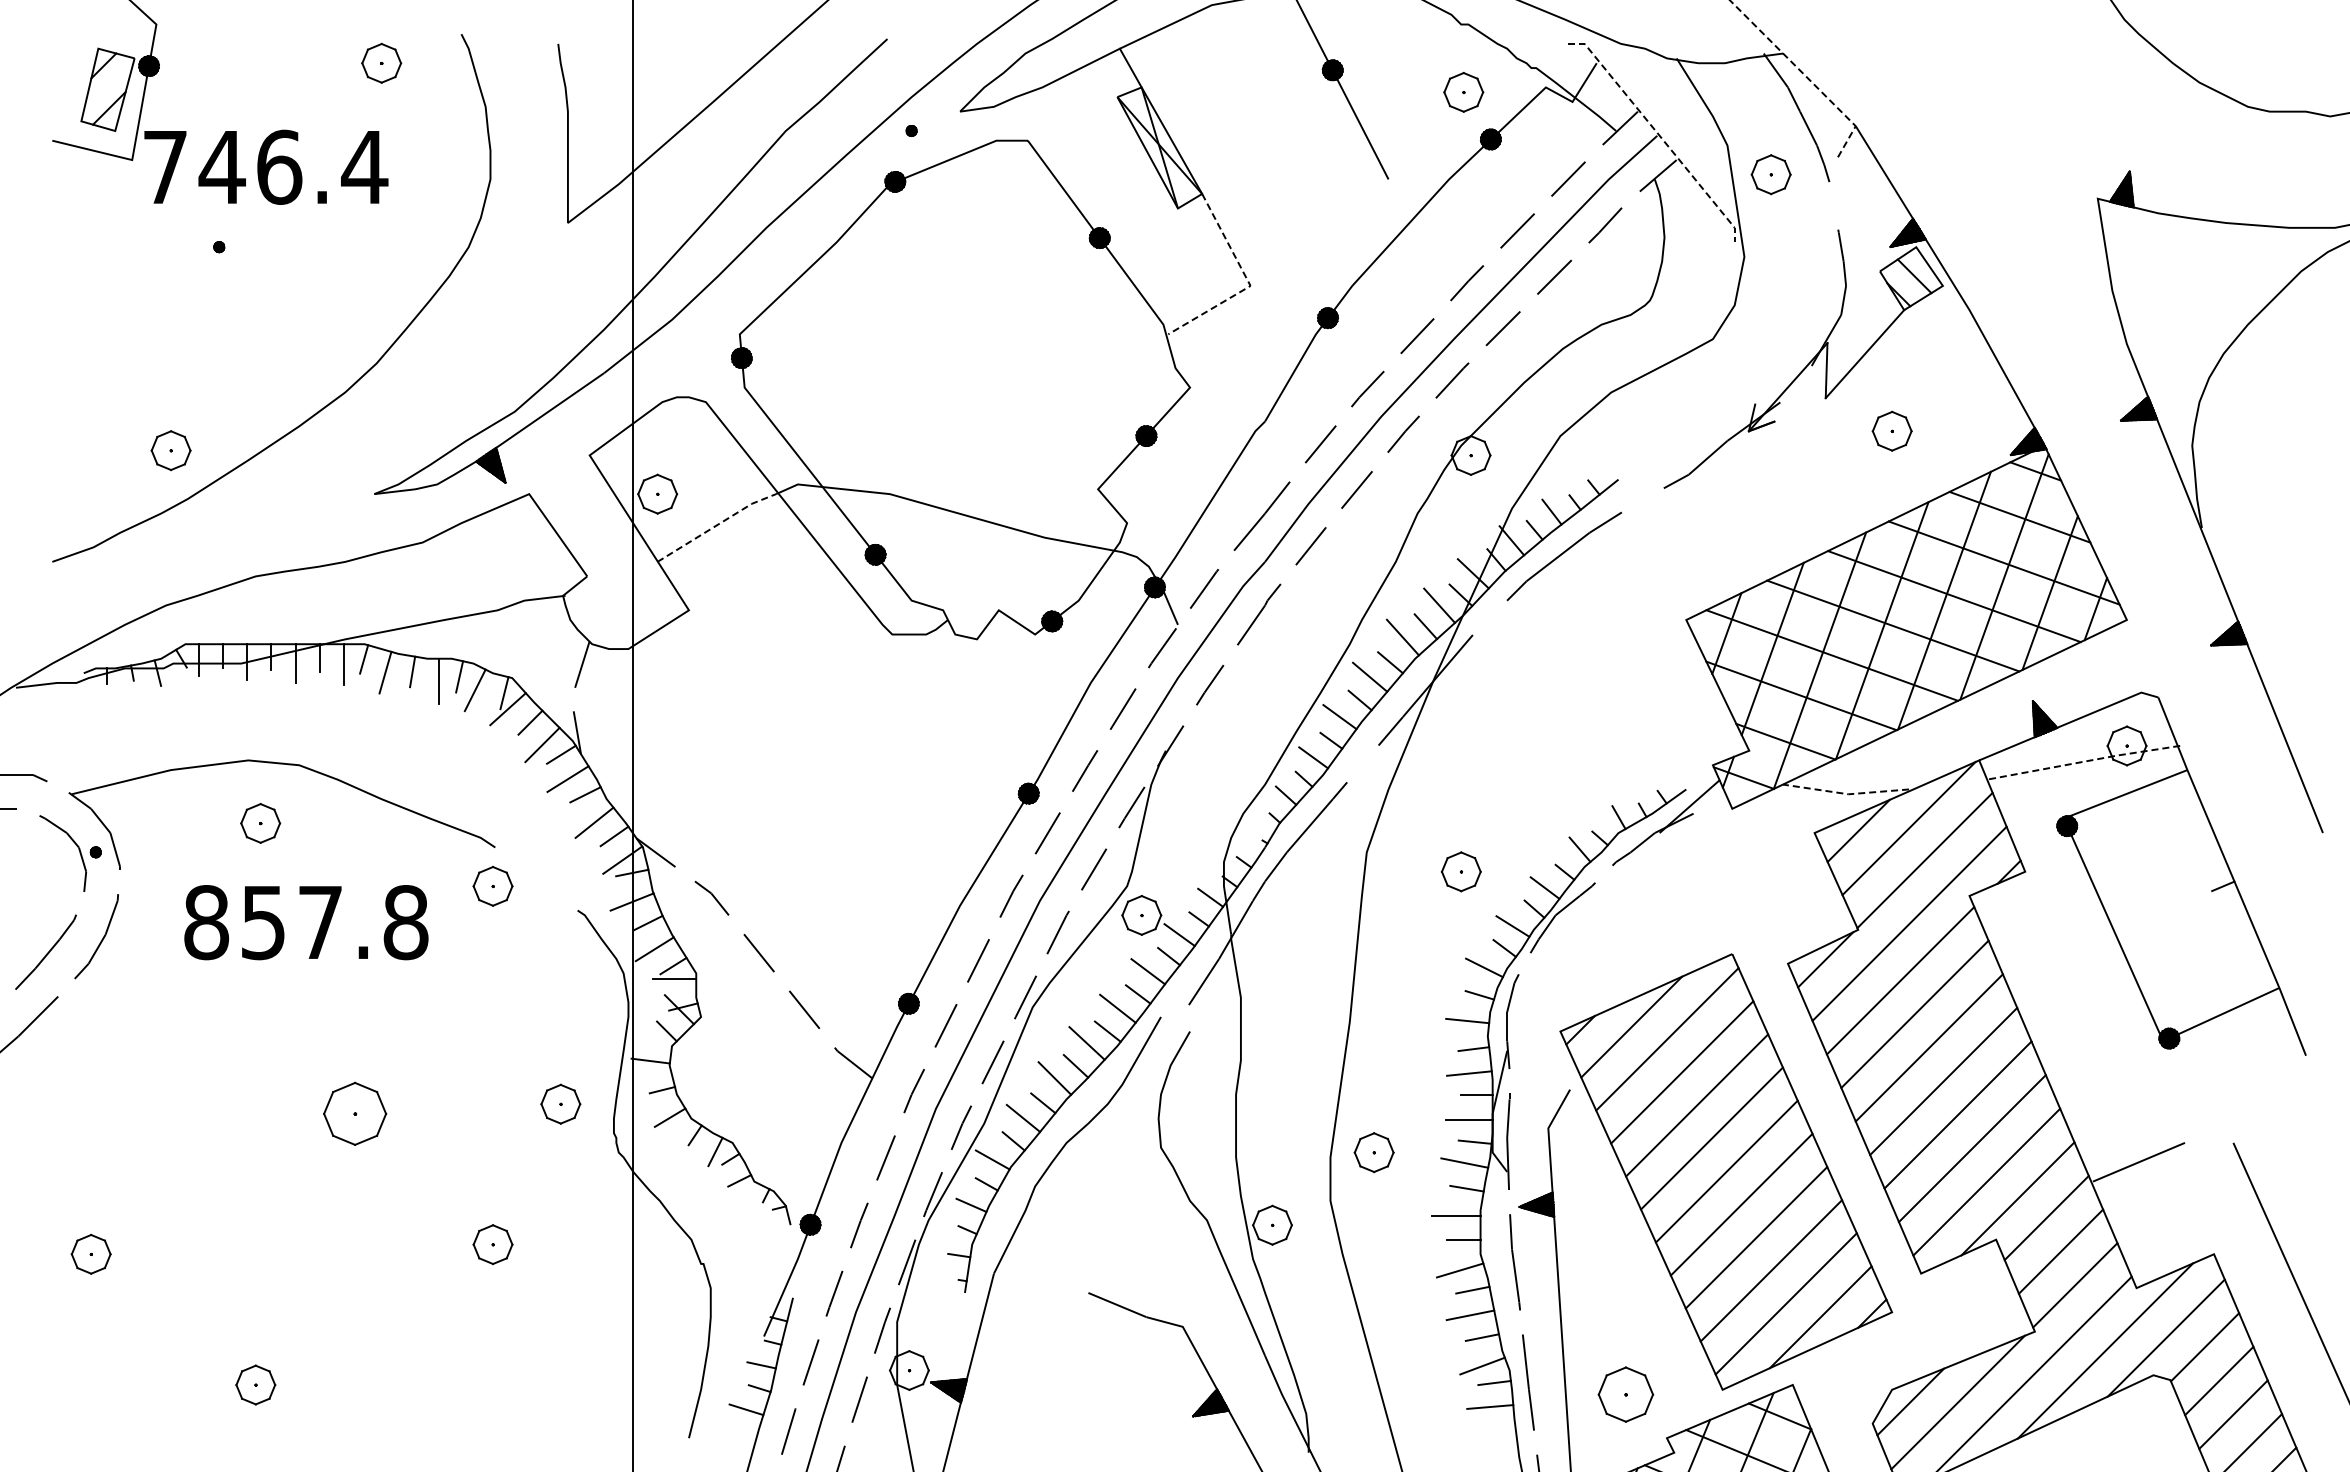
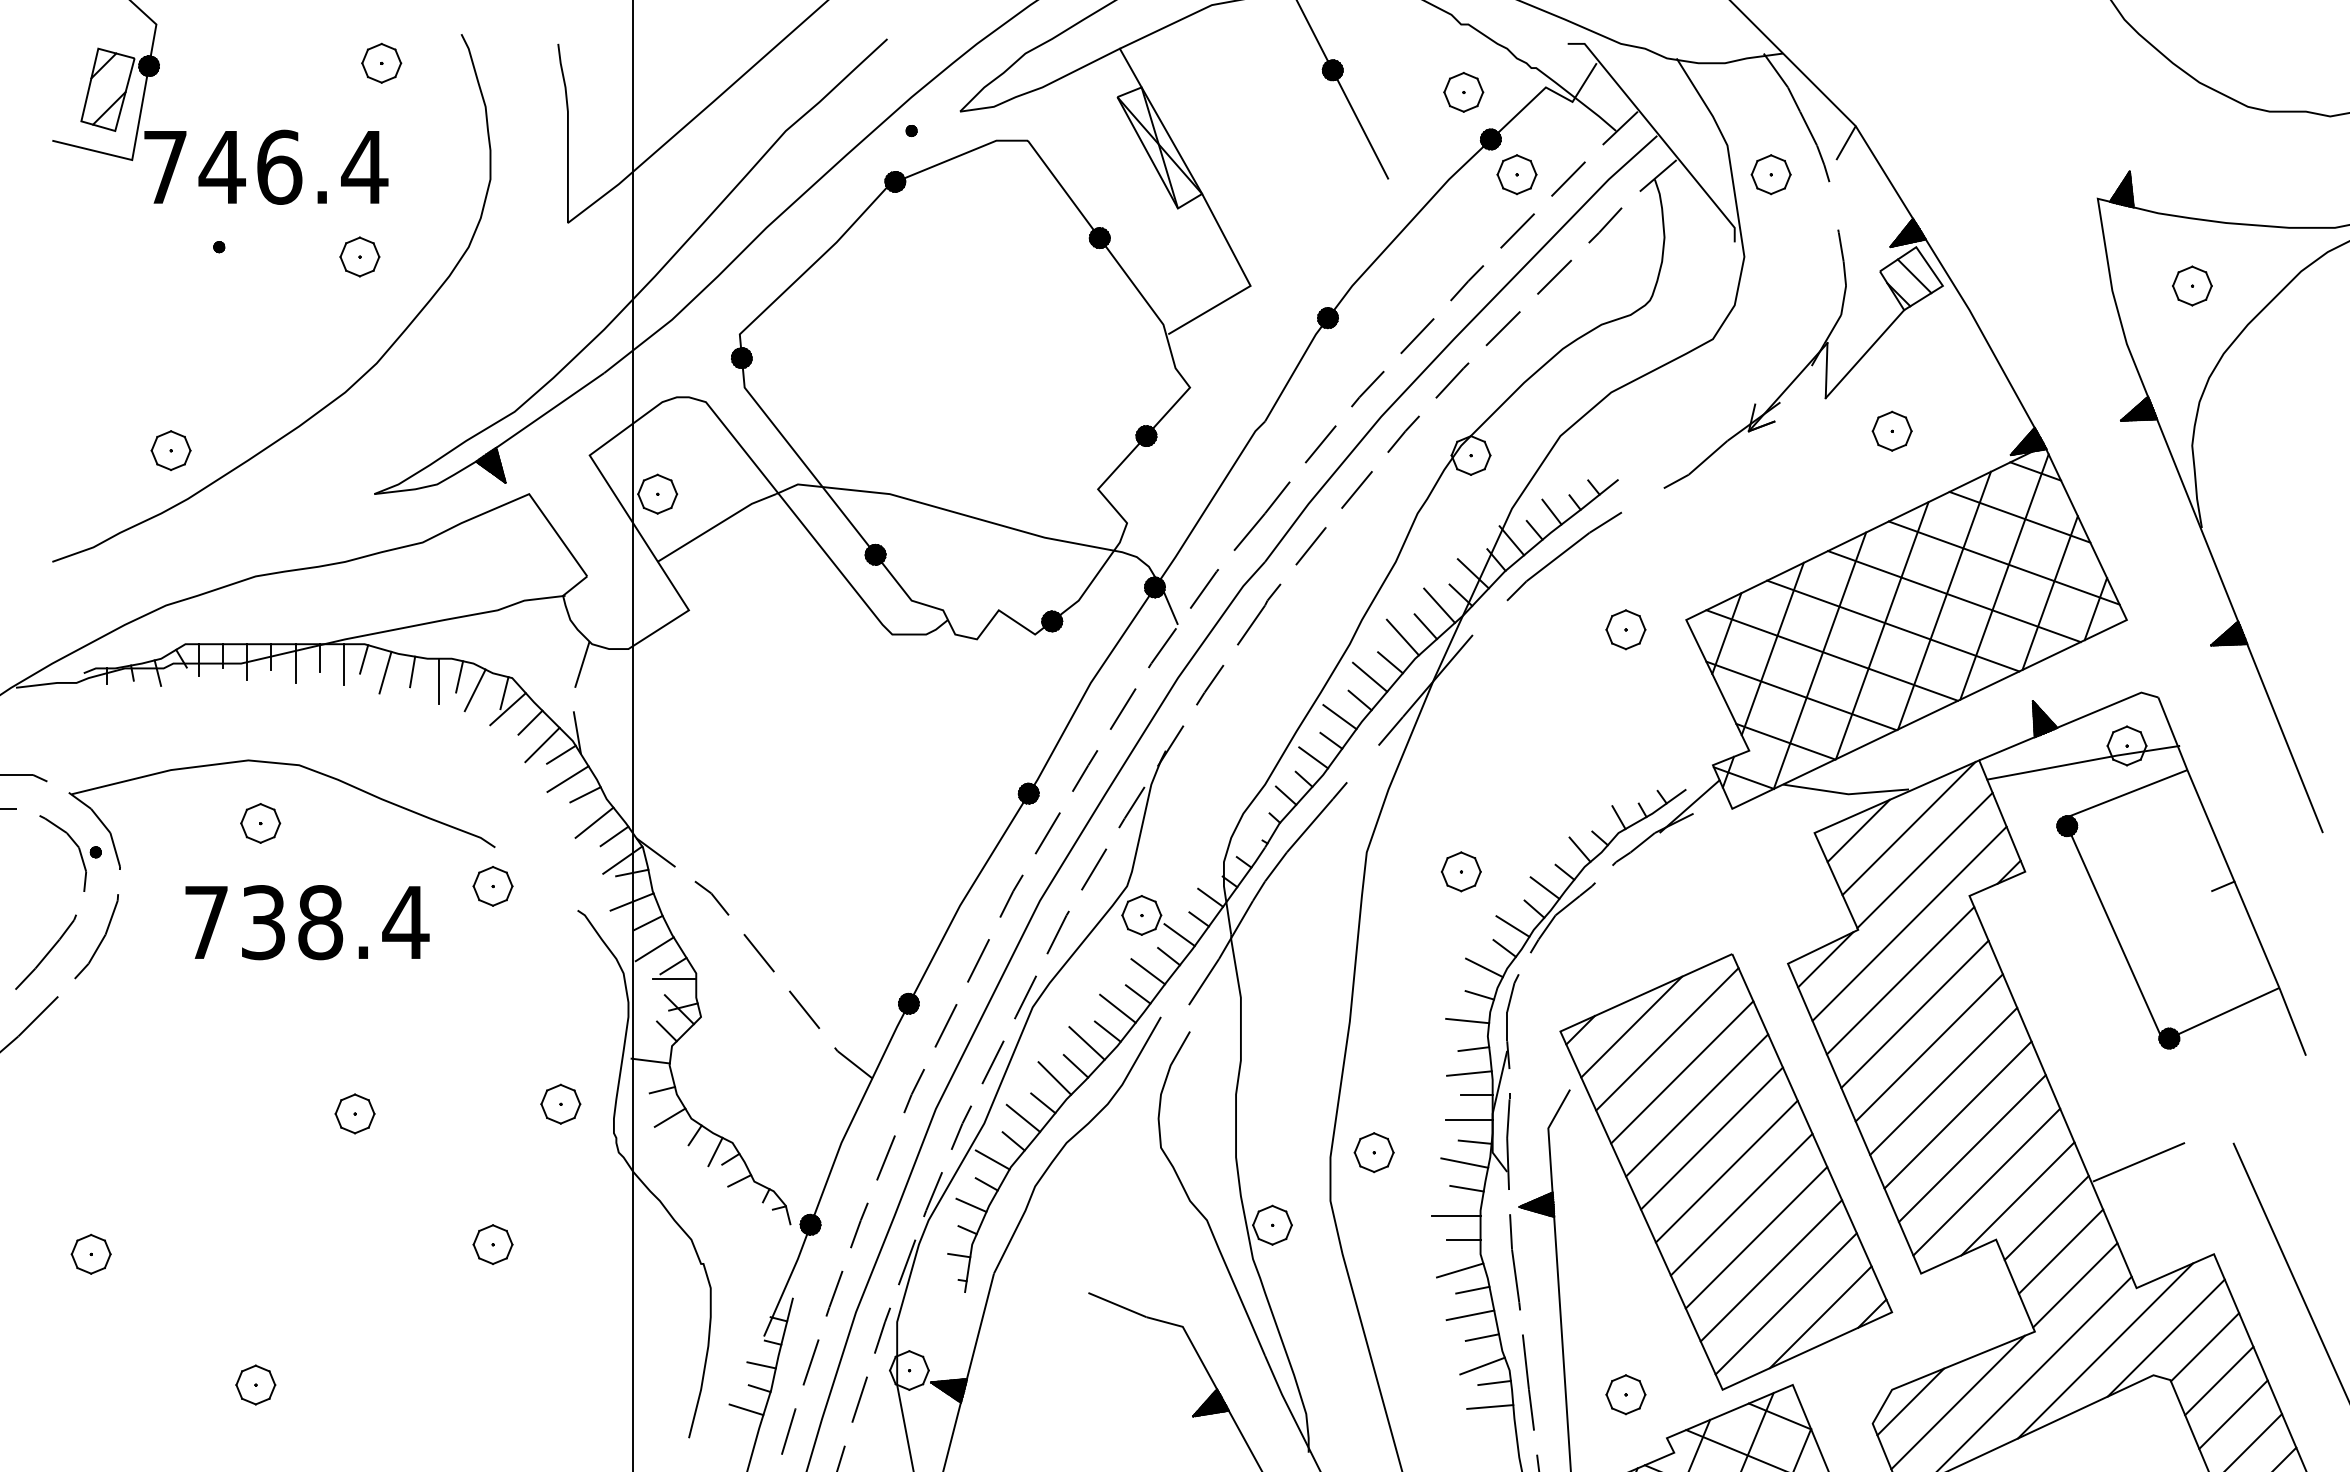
line at (1807, 78): dashed -> solid
line at (1659, 135): dashed -> solid
part at (1516, 174): none -> present
part at (359, 256): none -> present
line at (1249, 283): dashed -> solid
part at (2192, 285): none -> present
line at (717, 525): dashed -> solid
part at (1625, 629): none -> present
line at (2083, 761): dashed -> solid
line at (1845, 793): dashed -> solid
text at (306, 922): 857.8 -> 738.4
part at (355, 1113) size: 65x65 px -> 42x42 px
part at (1625, 1394) size: 58x57 px -> 42x42 px
